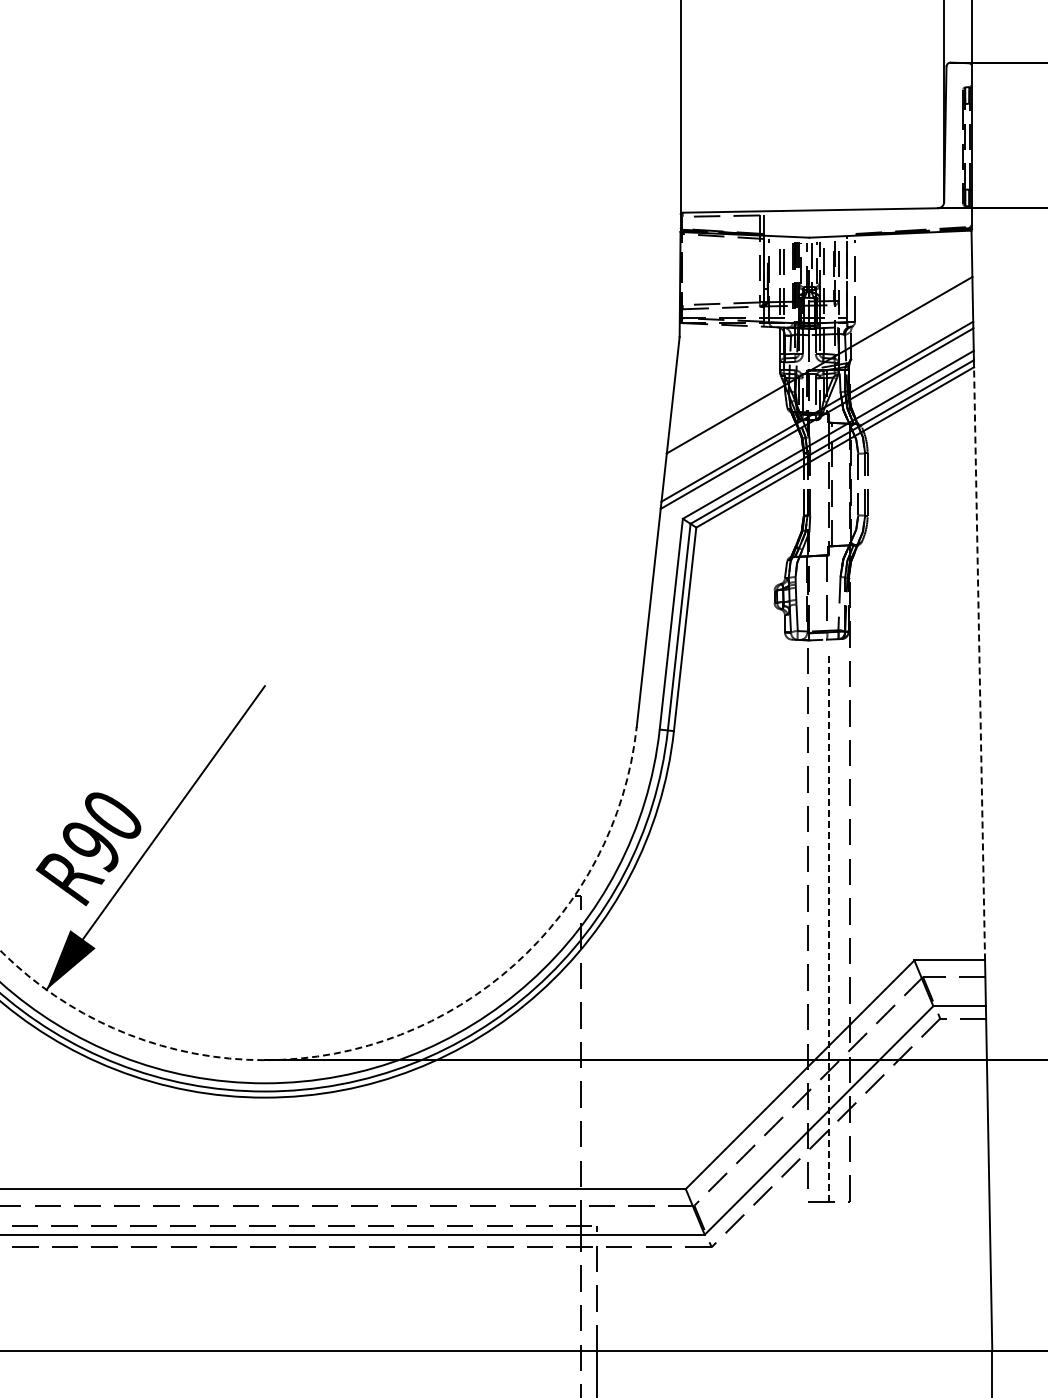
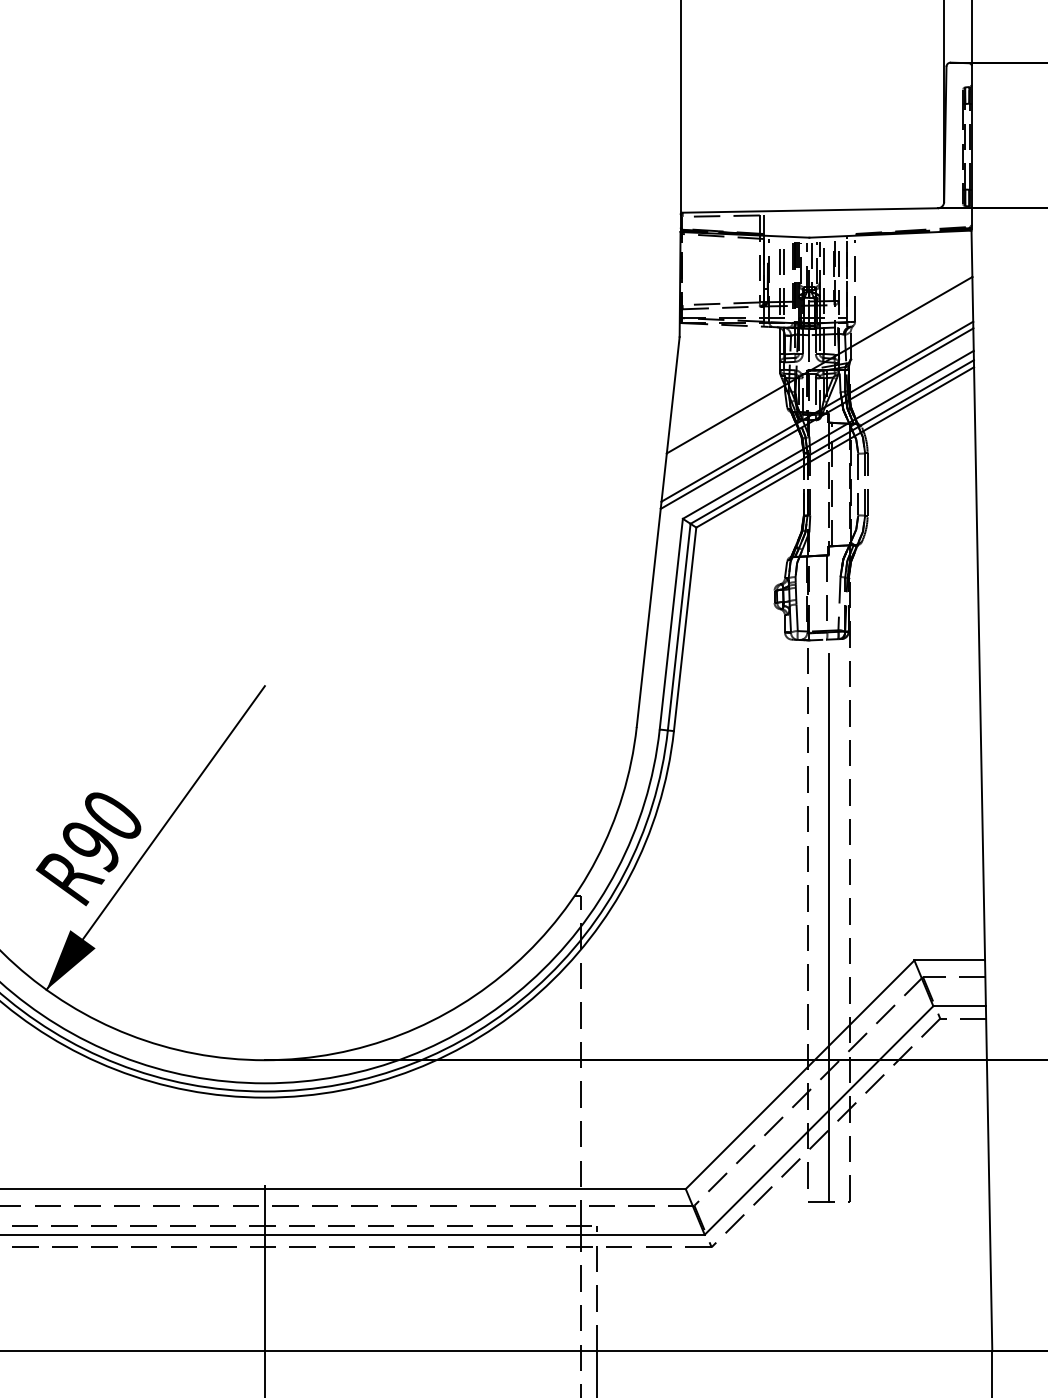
line at (979, 663): dashed -> solid
line at (829, 927): dashed -> solid
arc at (387, 1039): dashed -> solid
line at (264, 1289): none -> present
